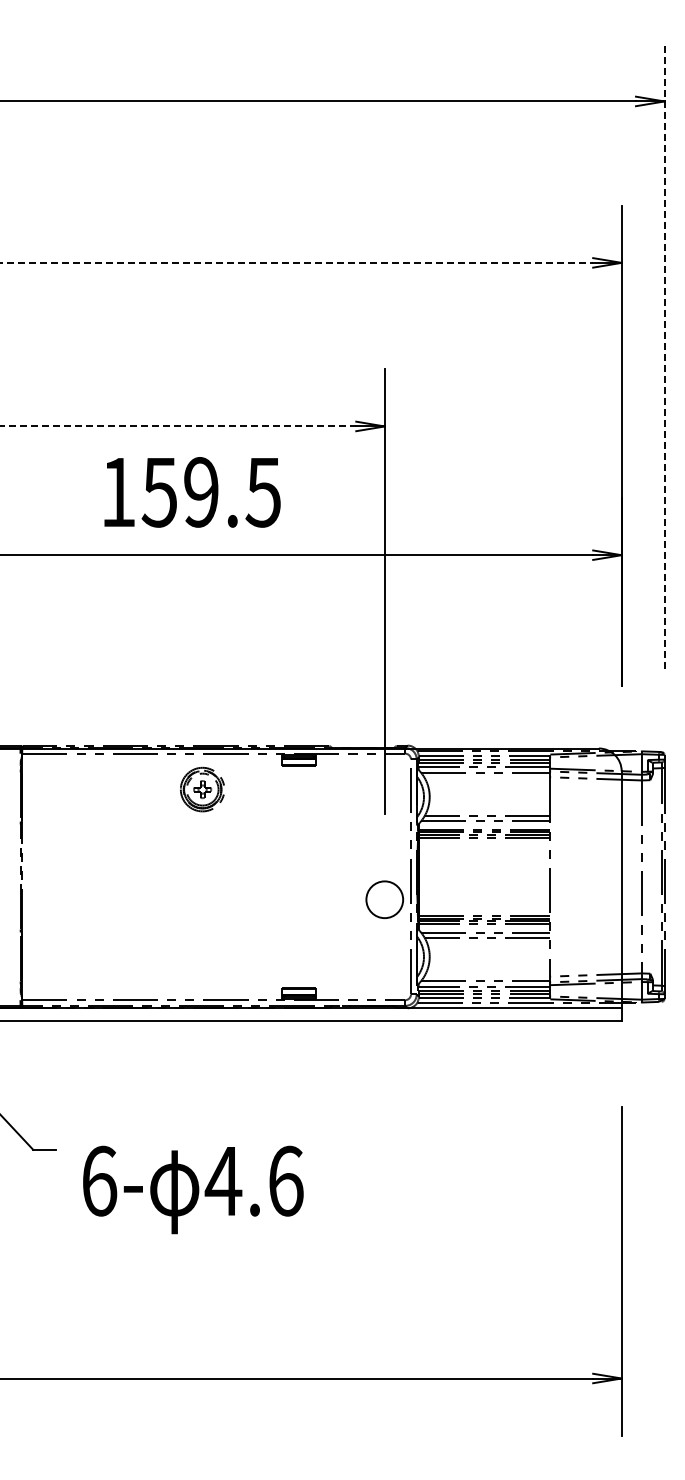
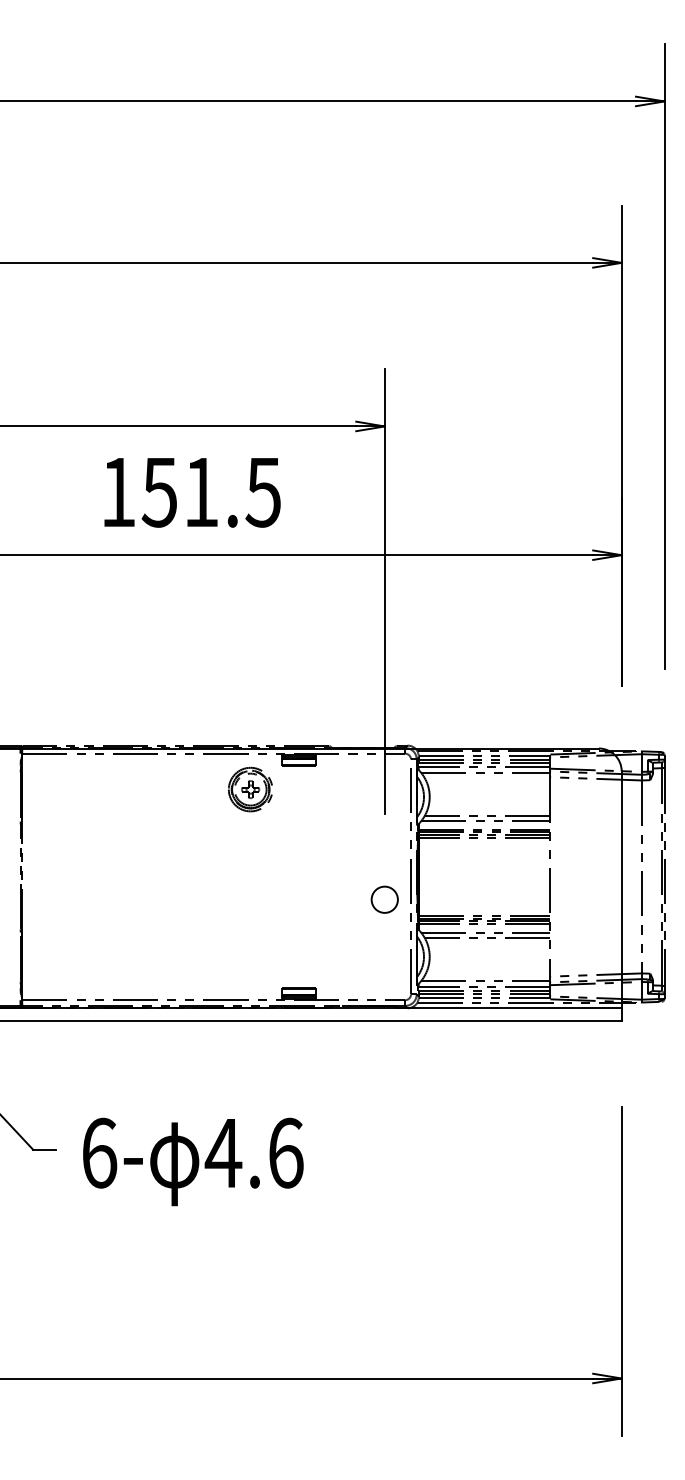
line at (296, 262): dashed -> solid
line at (664, 356): dashed -> solid
line at (178, 426): dashed -> solid
text at (201, 492): 159.5 -> 151.5
part at (202, 789) position: (202, 789) -> (250, 789)
circle at (384, 899) diameter: 37 px -> 26 px
text at (193, 1189) position: (193, 1189) -> (193, 1161)
